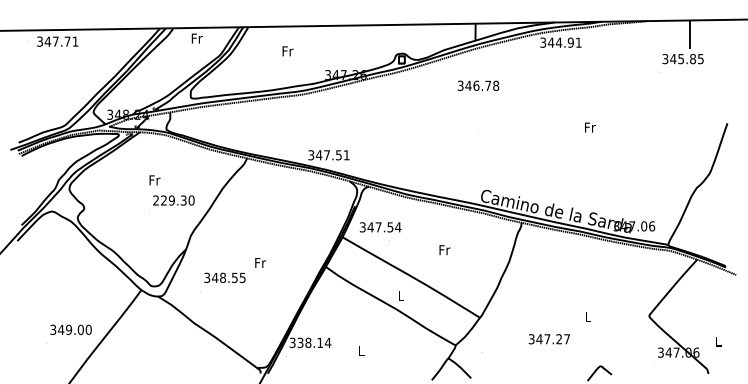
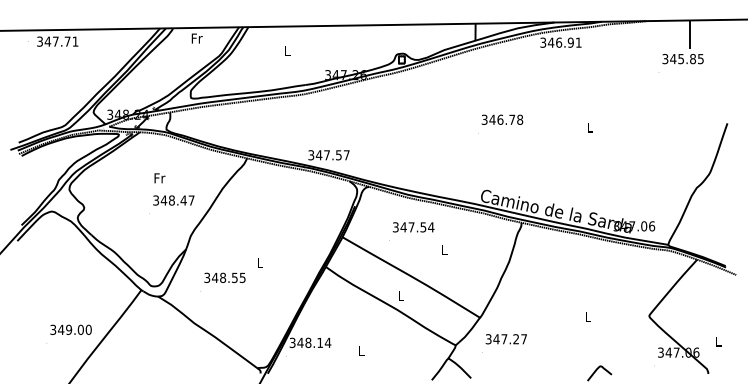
text at (558, 42): 344.91 -> 346.91
text at (287, 51): Fr -> L
text at (478, 85) position: (478, 85) -> (502, 119)
text at (590, 127): Fr -> L
text at (346, 155): 347.51 -> 347.57
text at (154, 180) position: (154, 180) -> (159, 178)
text at (173, 200): 229.30 -> 348.47
text at (380, 227) position: (380, 227) -> (413, 227)
text at (444, 250): Fr -> L
text at (260, 262): Fr -> L
text at (548, 339) position: (548, 339) -> (505, 339)
text at (300, 342): 338.14 -> 348.14
